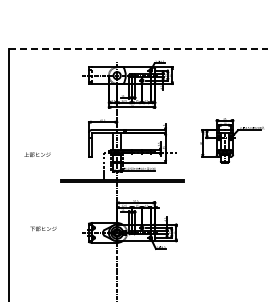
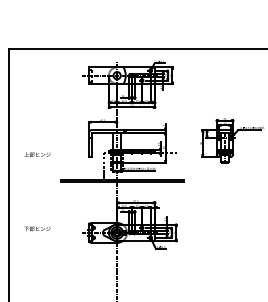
line at (138, 49): dashed -> solid
text at (43, 228) position: (43, 228) -> (37, 228)
